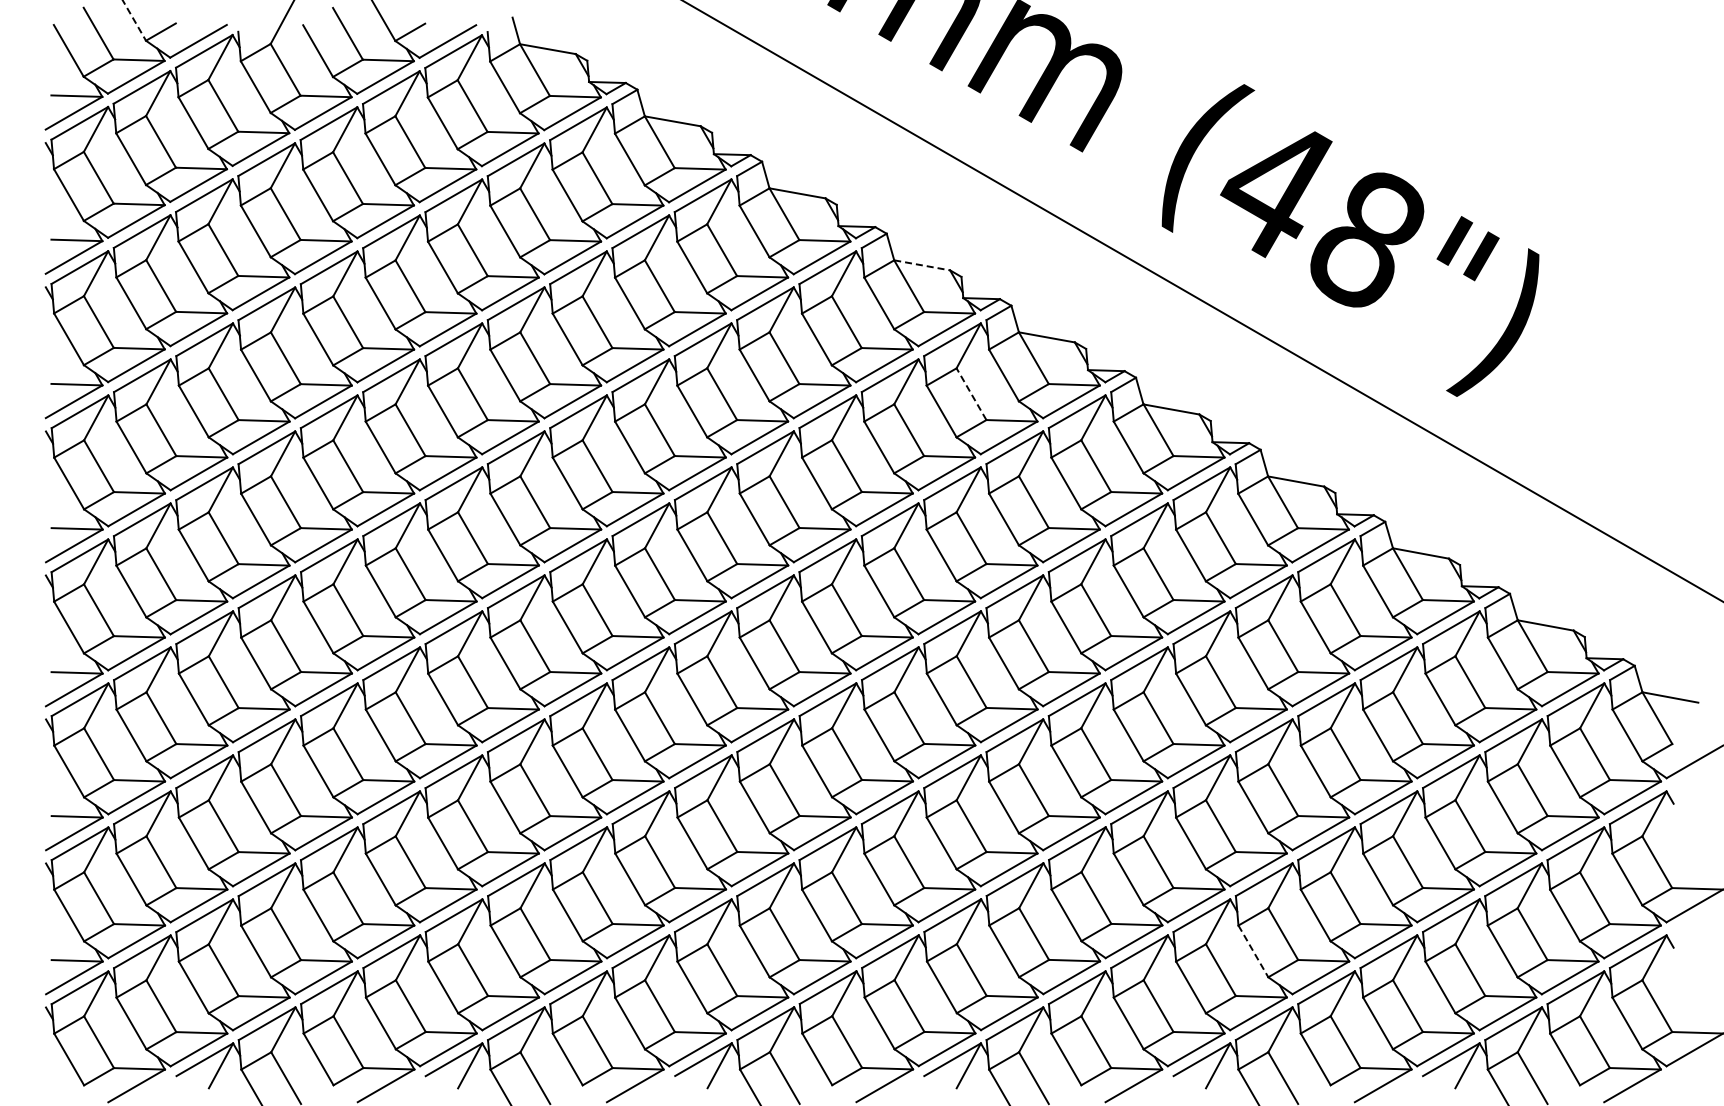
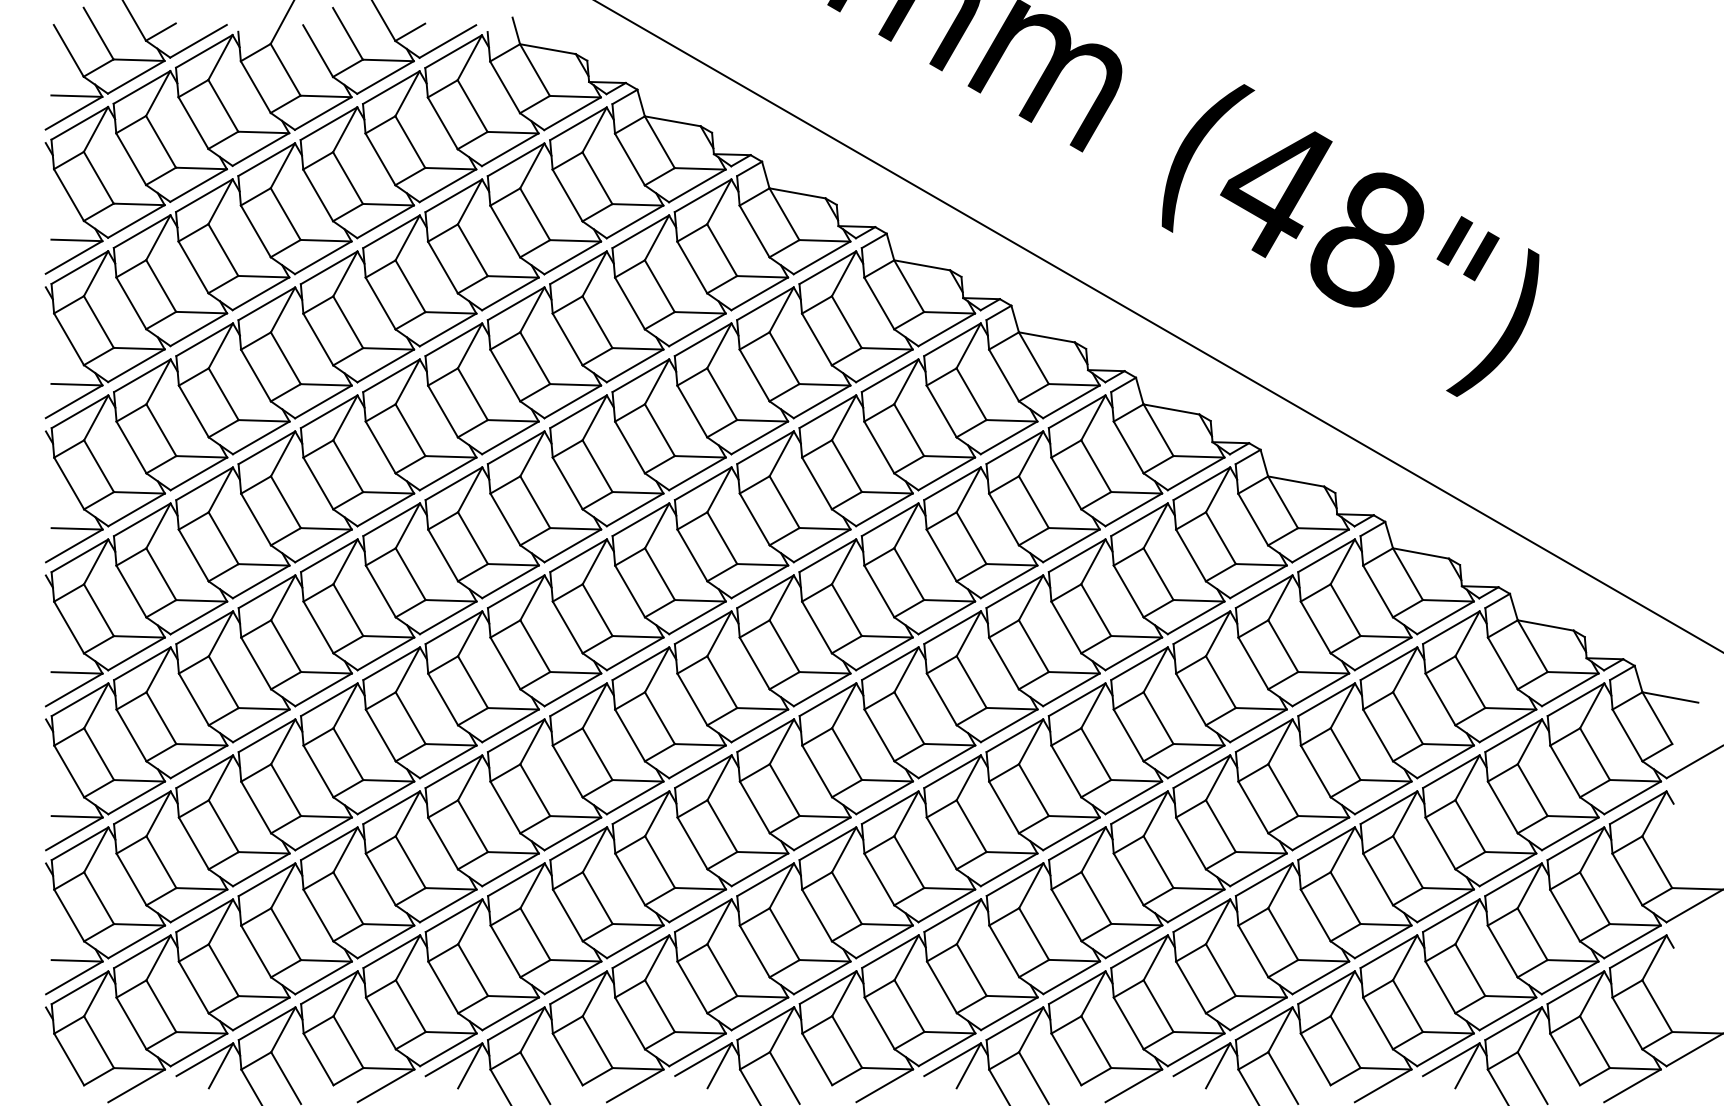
line at (134, 20): dashed -> solid
line at (922, 265): dashed -> solid
line at (1202, 301) position: (1202, 301) -> (1158, 326)
line at (971, 394): dashed -> solid
line at (1253, 951): dashed -> solid
